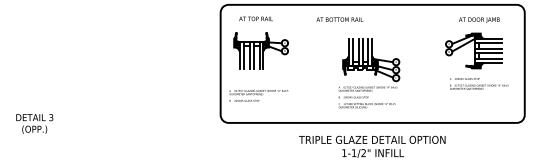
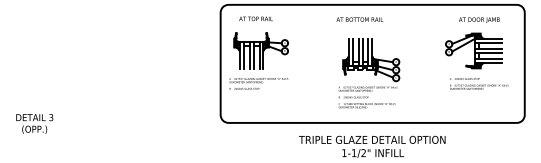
text at (339, 19) position: (339, 19) -> (359, 19)
text at (258, 95) position: (258, 95) -> (258, 83)
